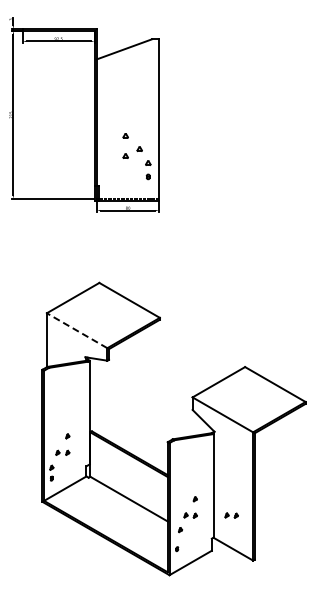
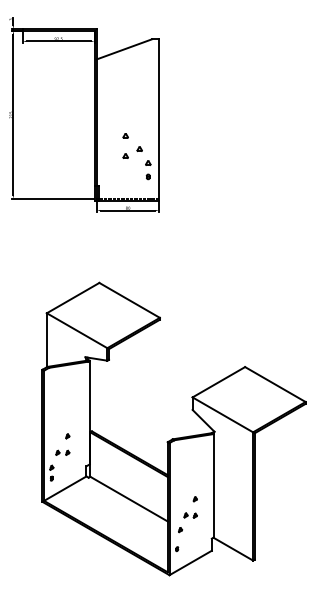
line at (77, 330): dashed -> solid
part at (231, 515): present -> none
